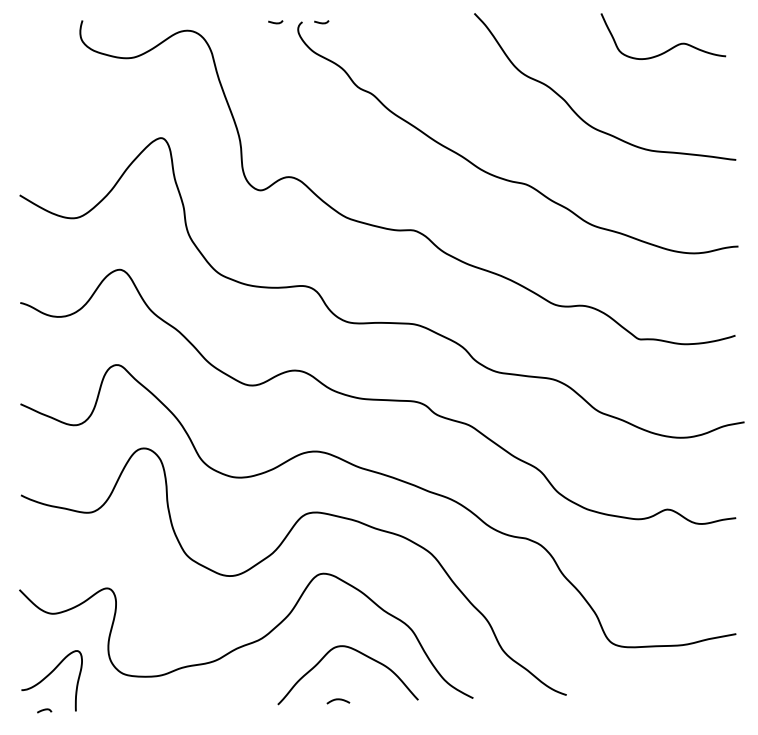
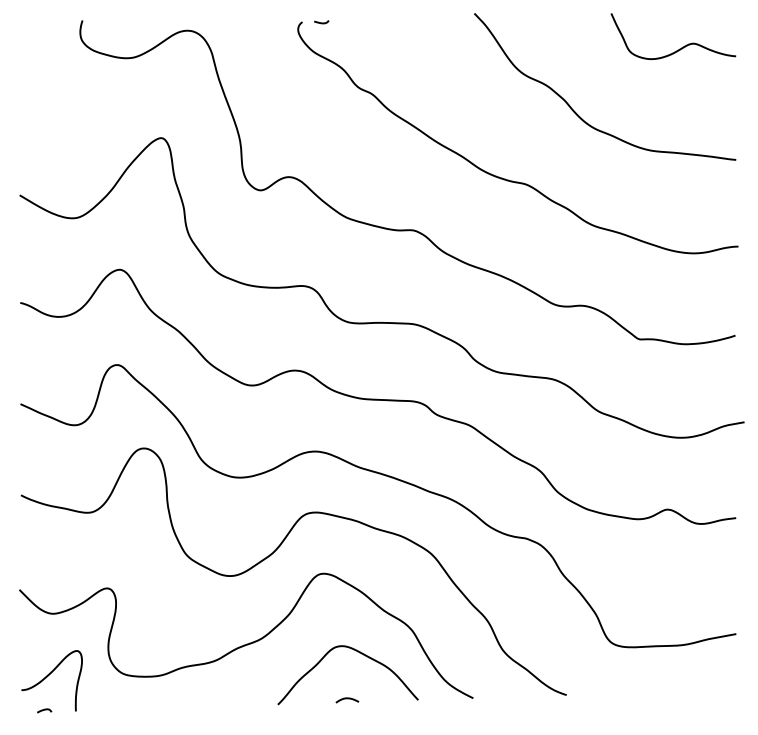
curve at (275, 22): present -> none
curve at (669, 48) position: (669, 48) -> (679, 48)
curve at (338, 700) position: (338, 700) -> (347, 699)
